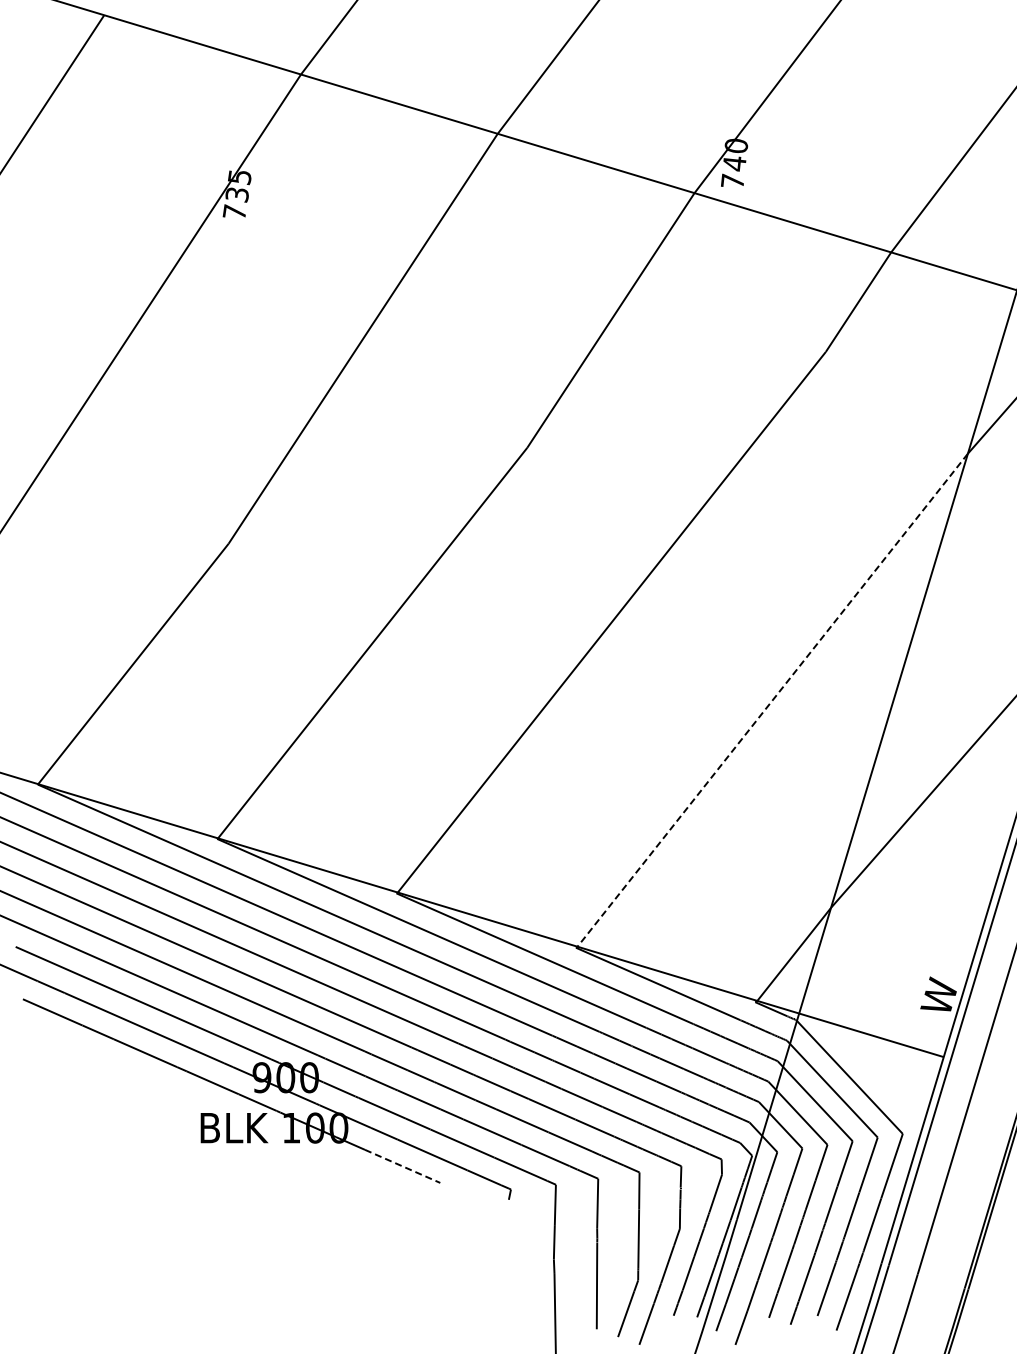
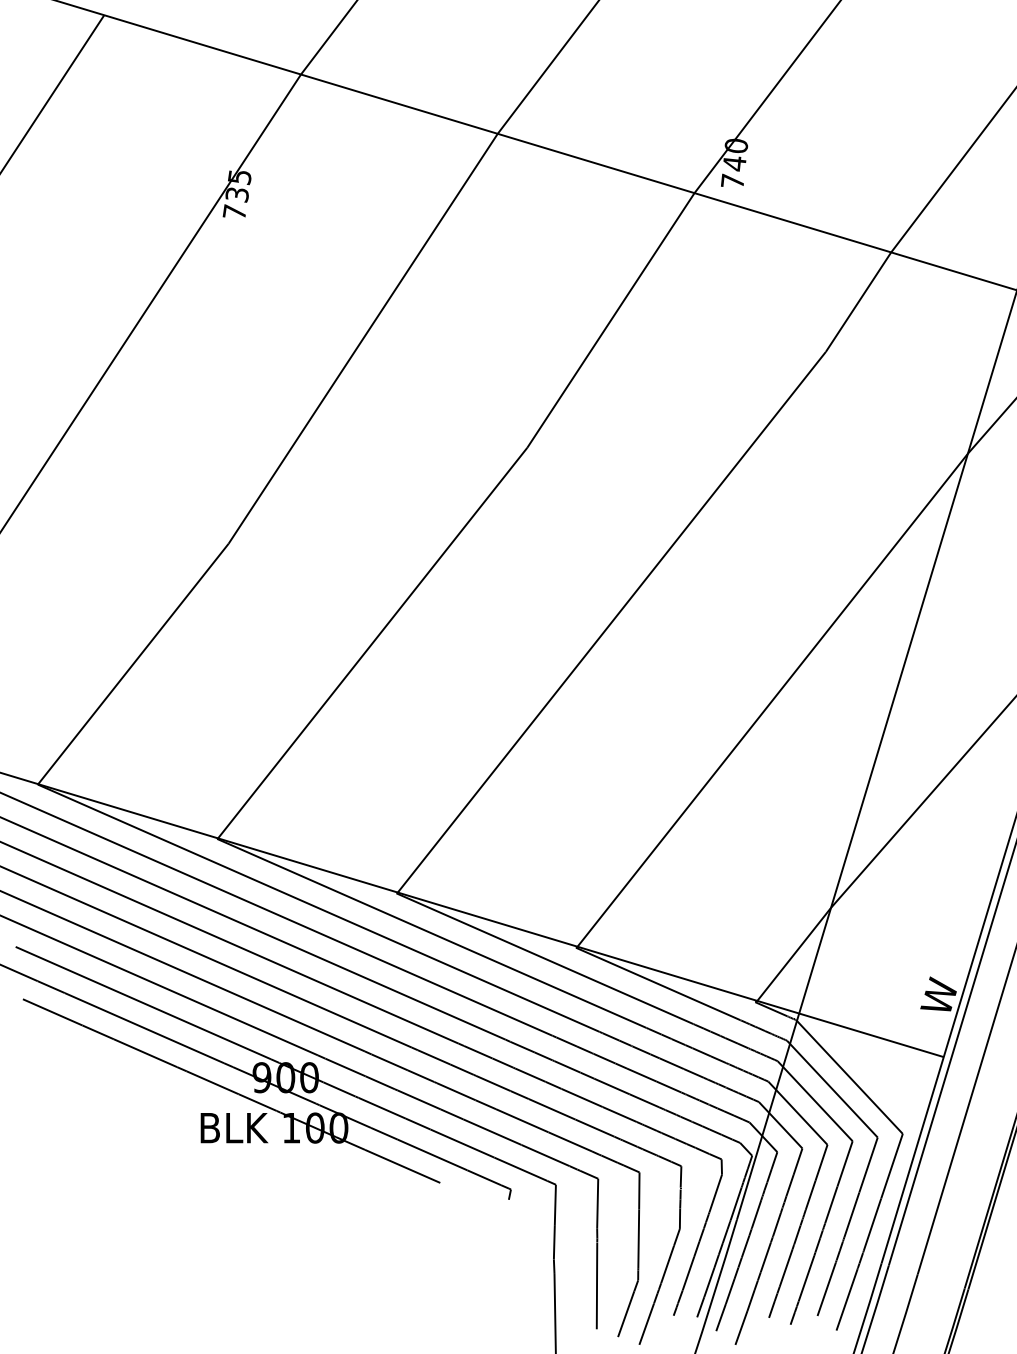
line at (772, 700): dashed -> solid
line at (403, 1166): dashed -> solid
